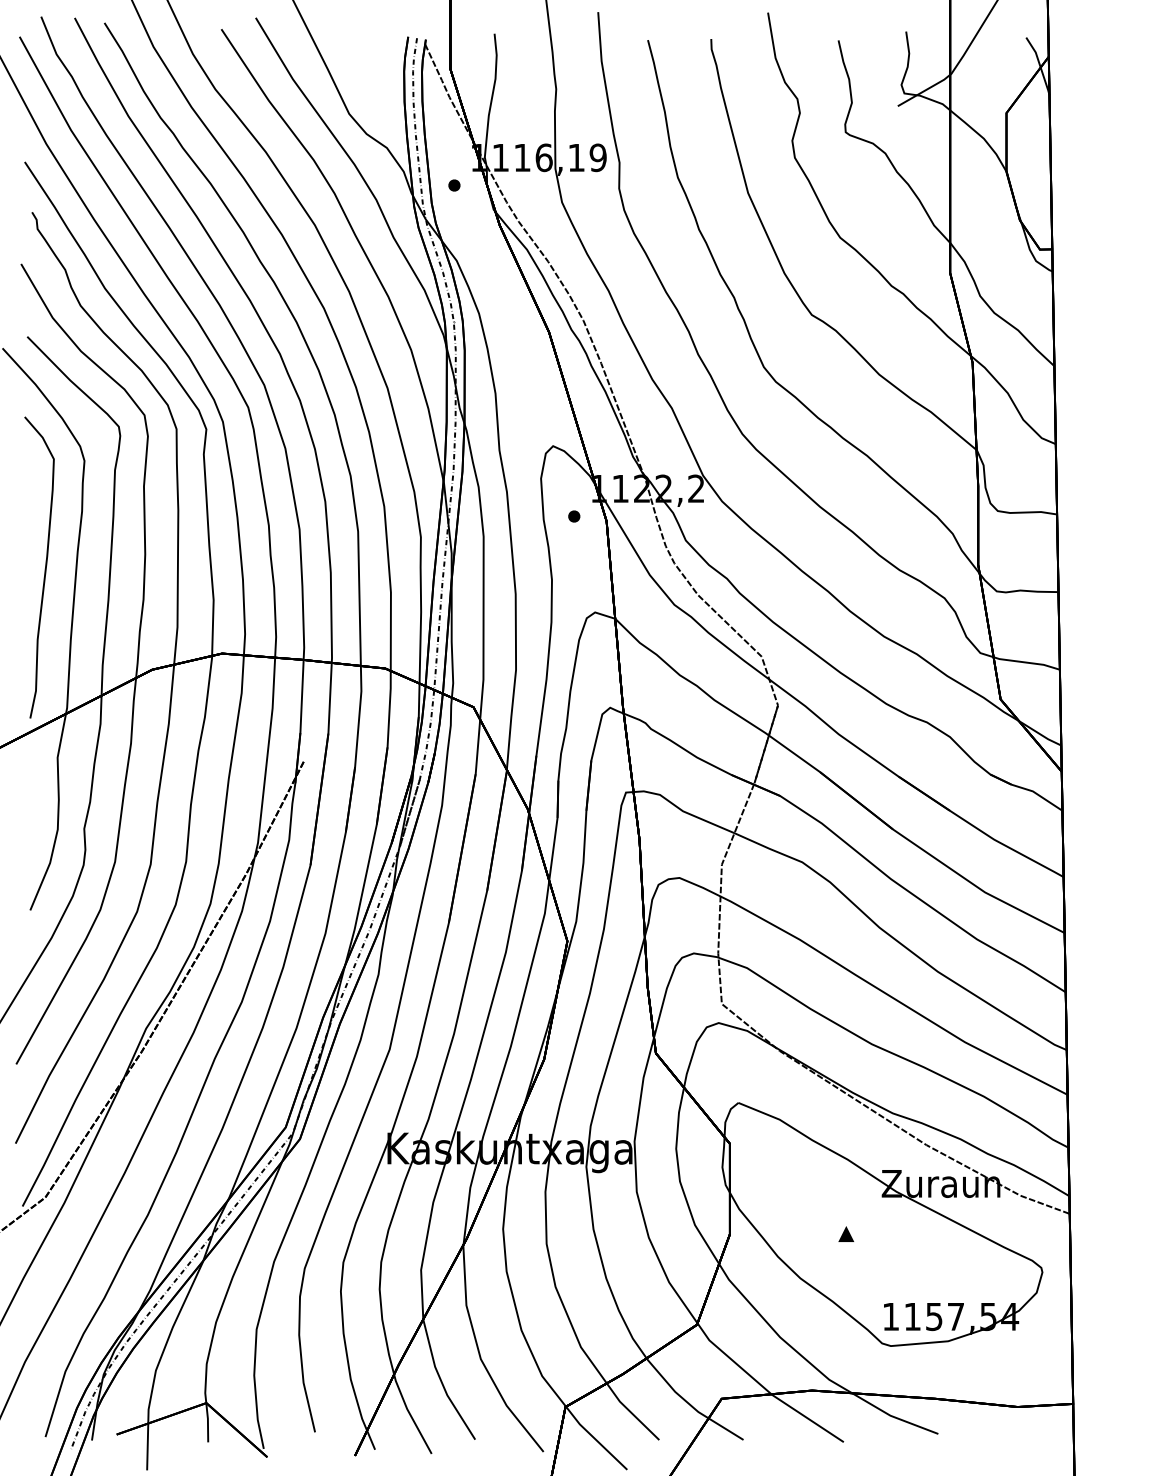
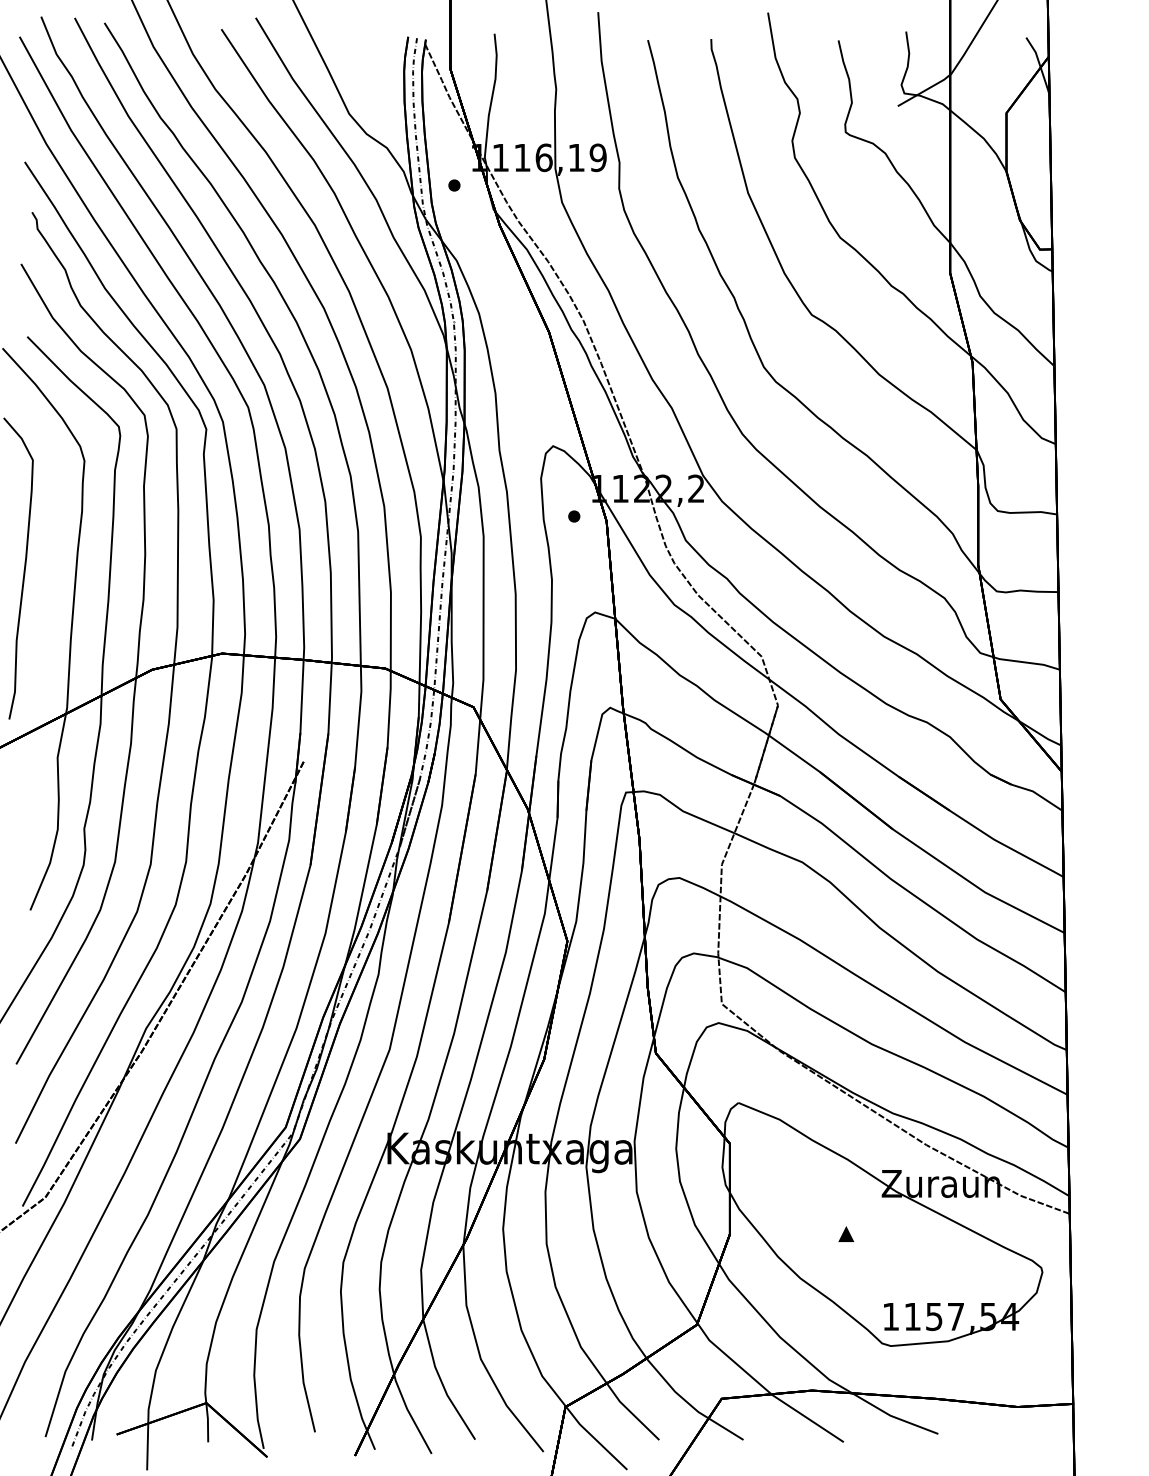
curve at (44, 569) position: (44, 569) -> (23, 570)
